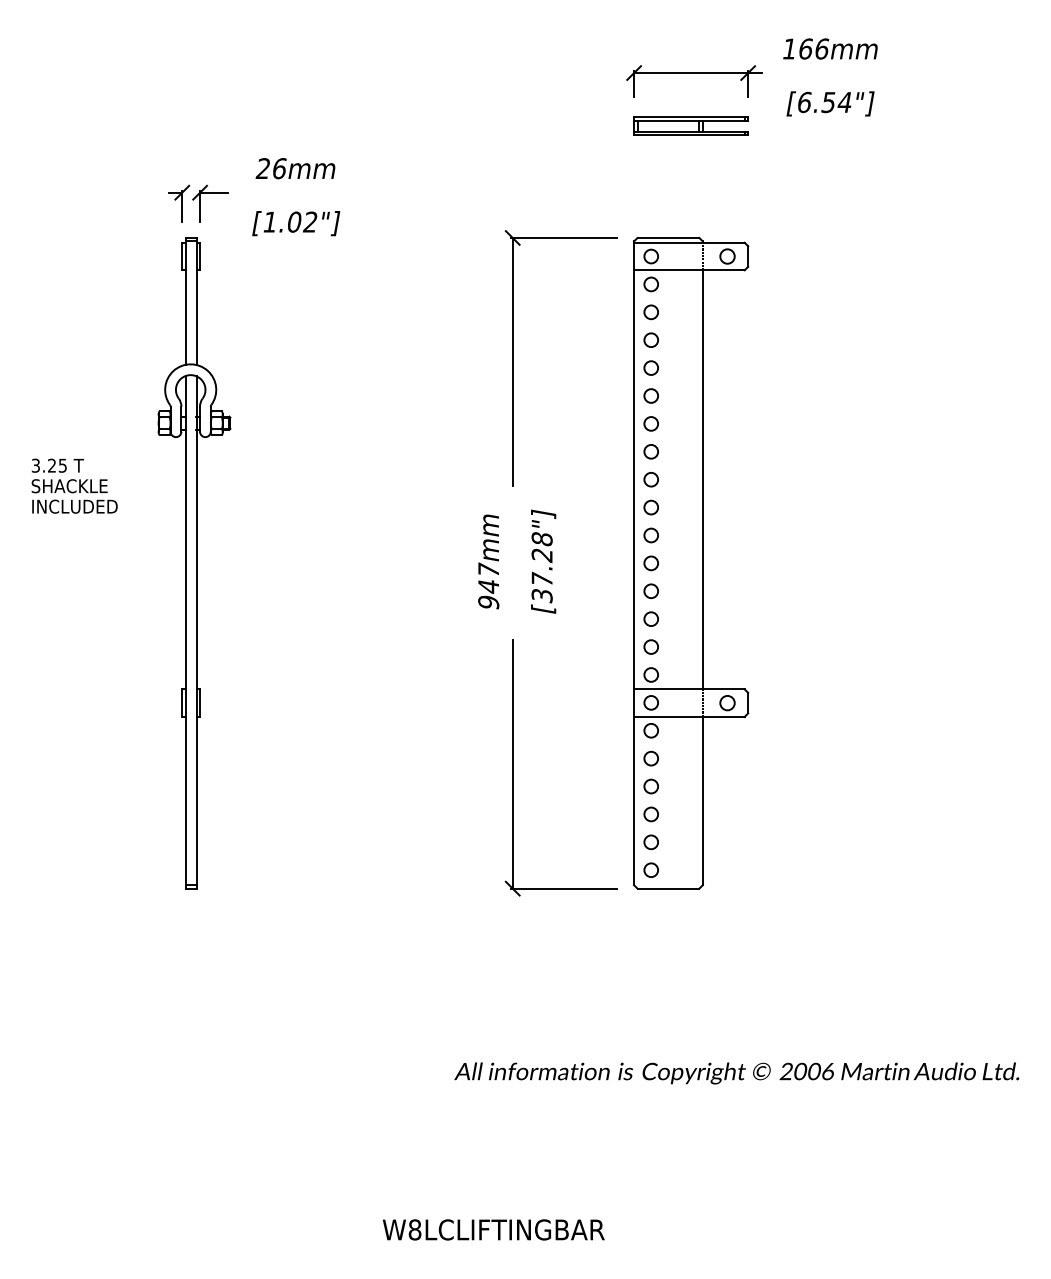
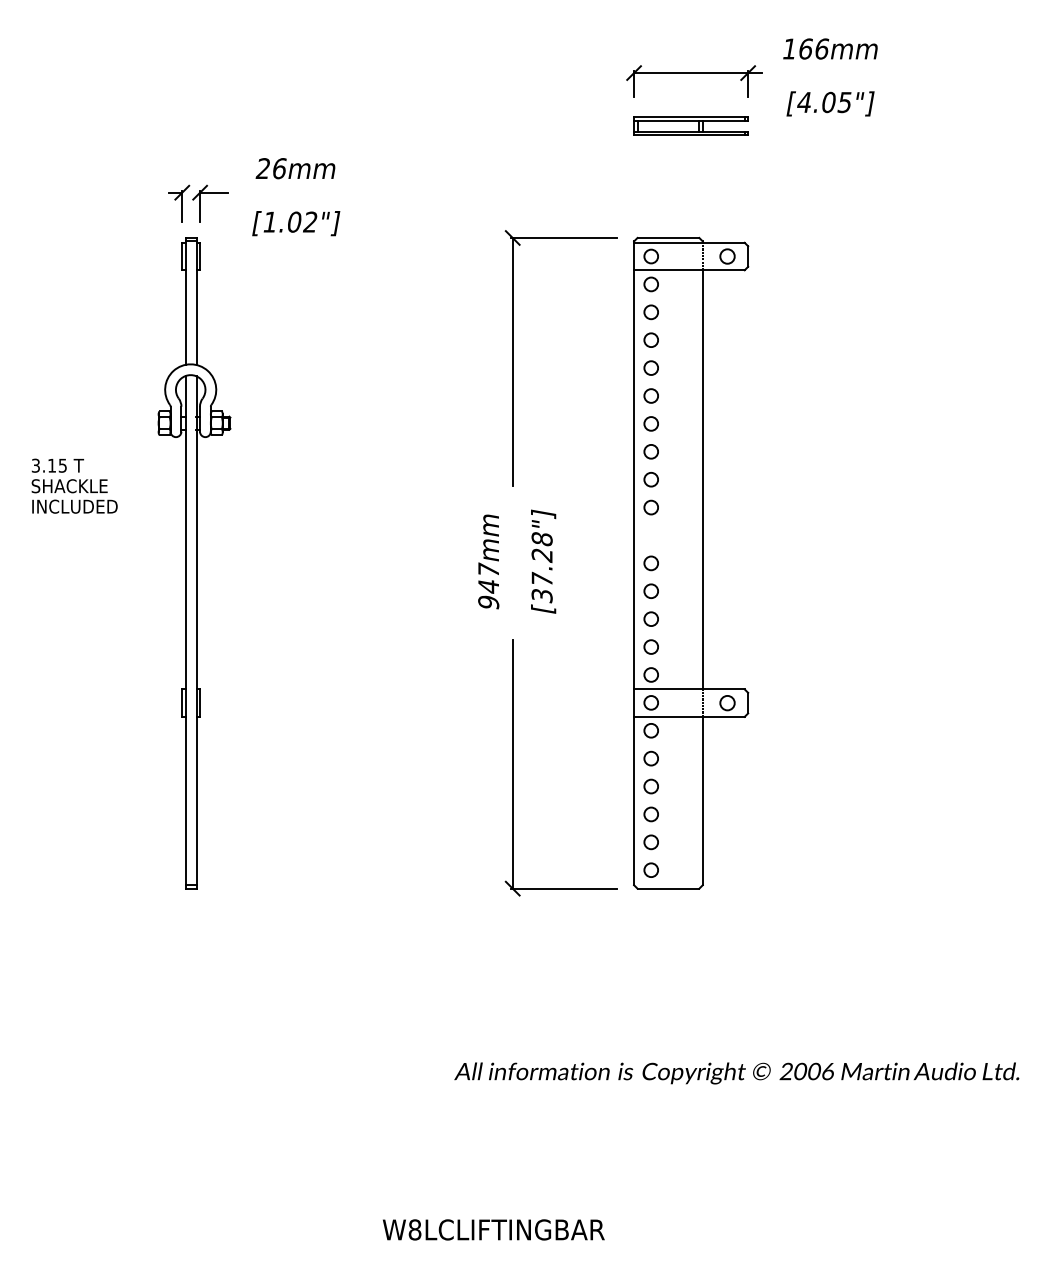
text at (824, 102): [6.54"] -> [4.05"]
text at (51, 465): 3.25 -> 3.15
circle at (650, 535): present -> none
